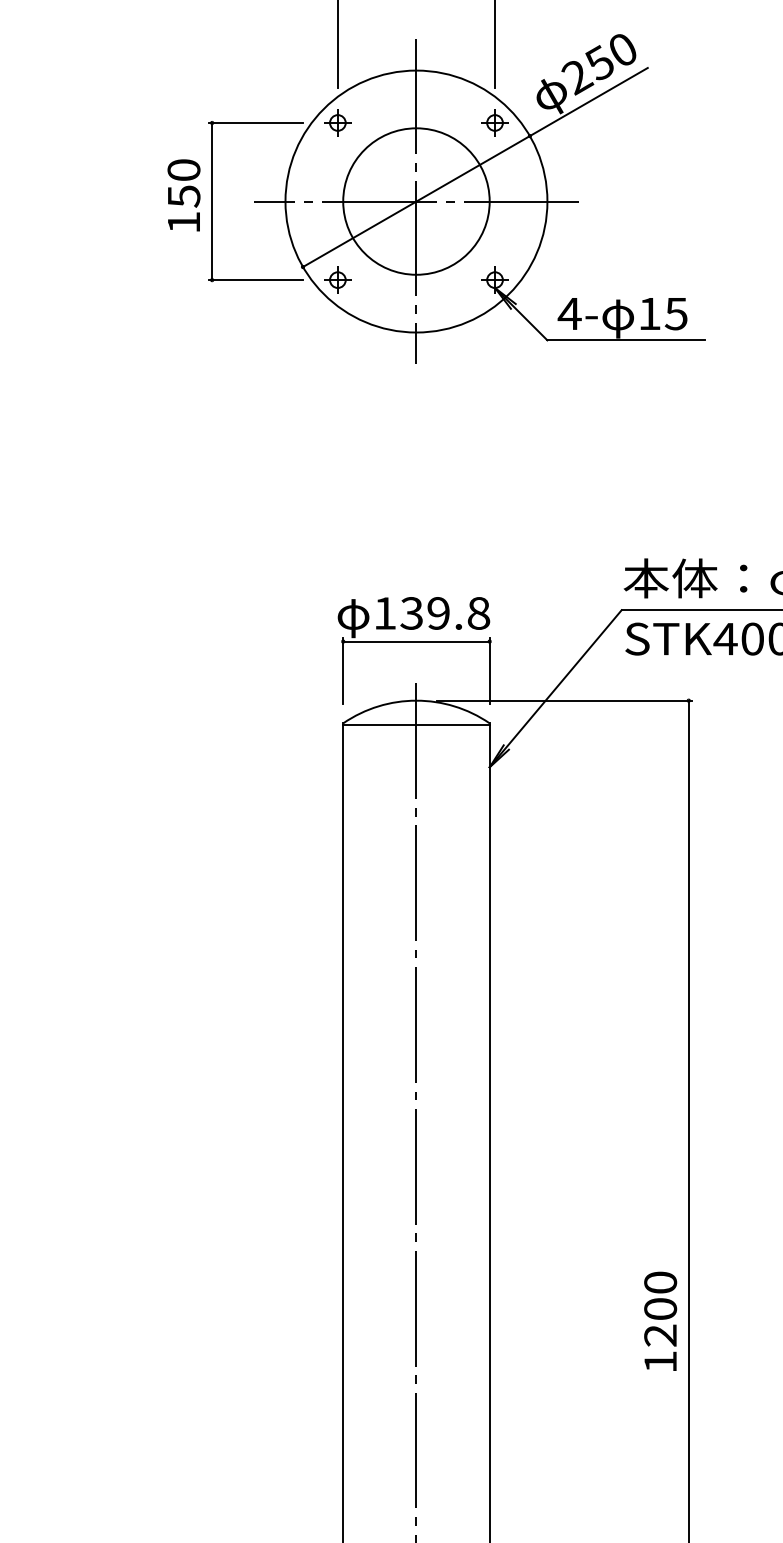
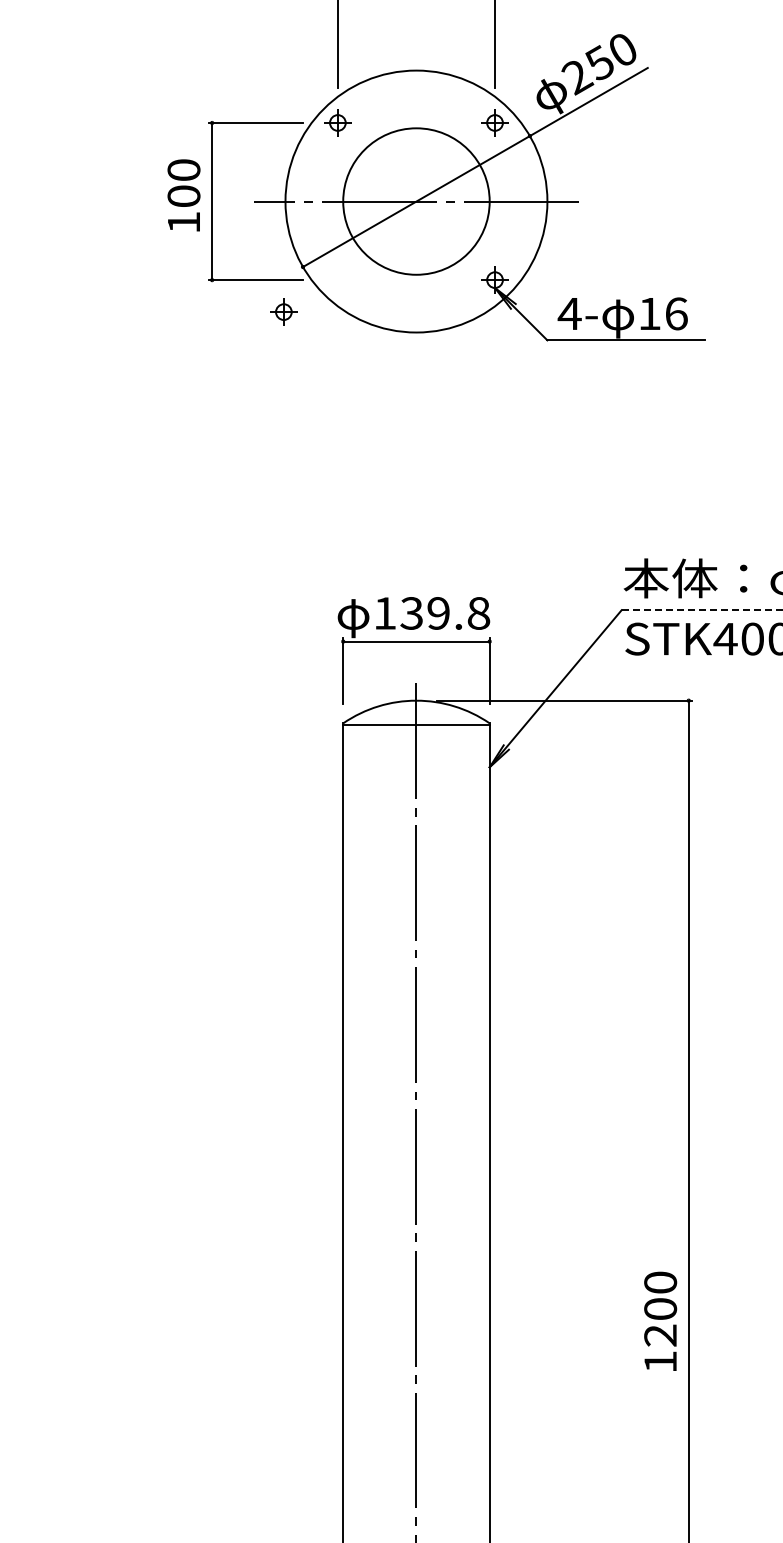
text at (183, 196): 150 -> 100
line at (416, 201): present -> none
part at (337, 279) position: (337, 279) -> (283, 311)
text at (675, 313): 15 -> 16
line at (702, 610): solid -> dashed
